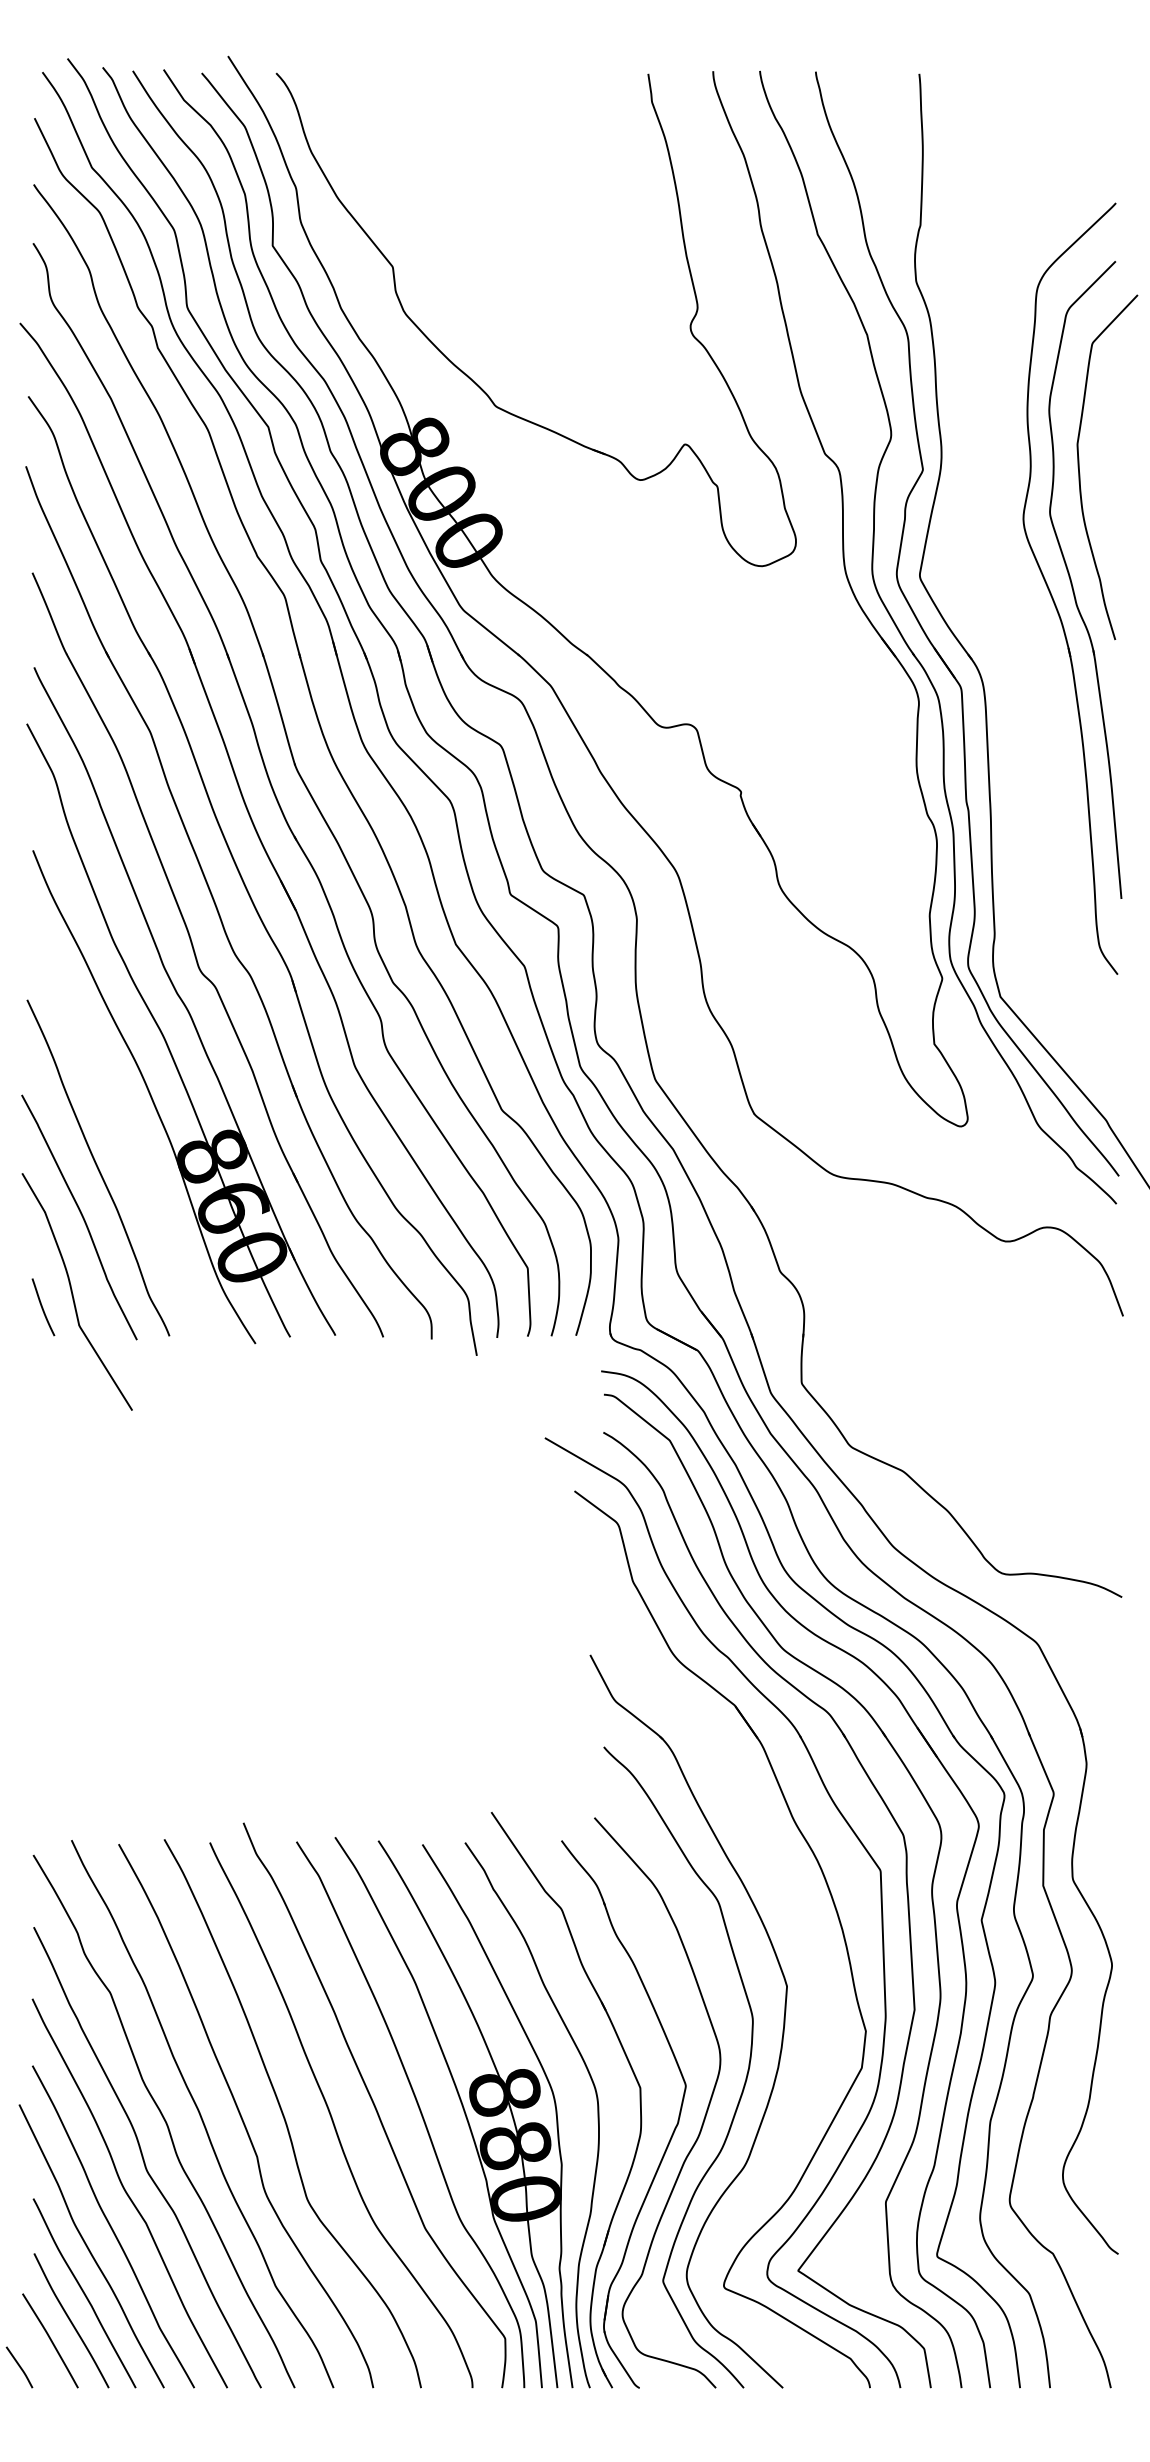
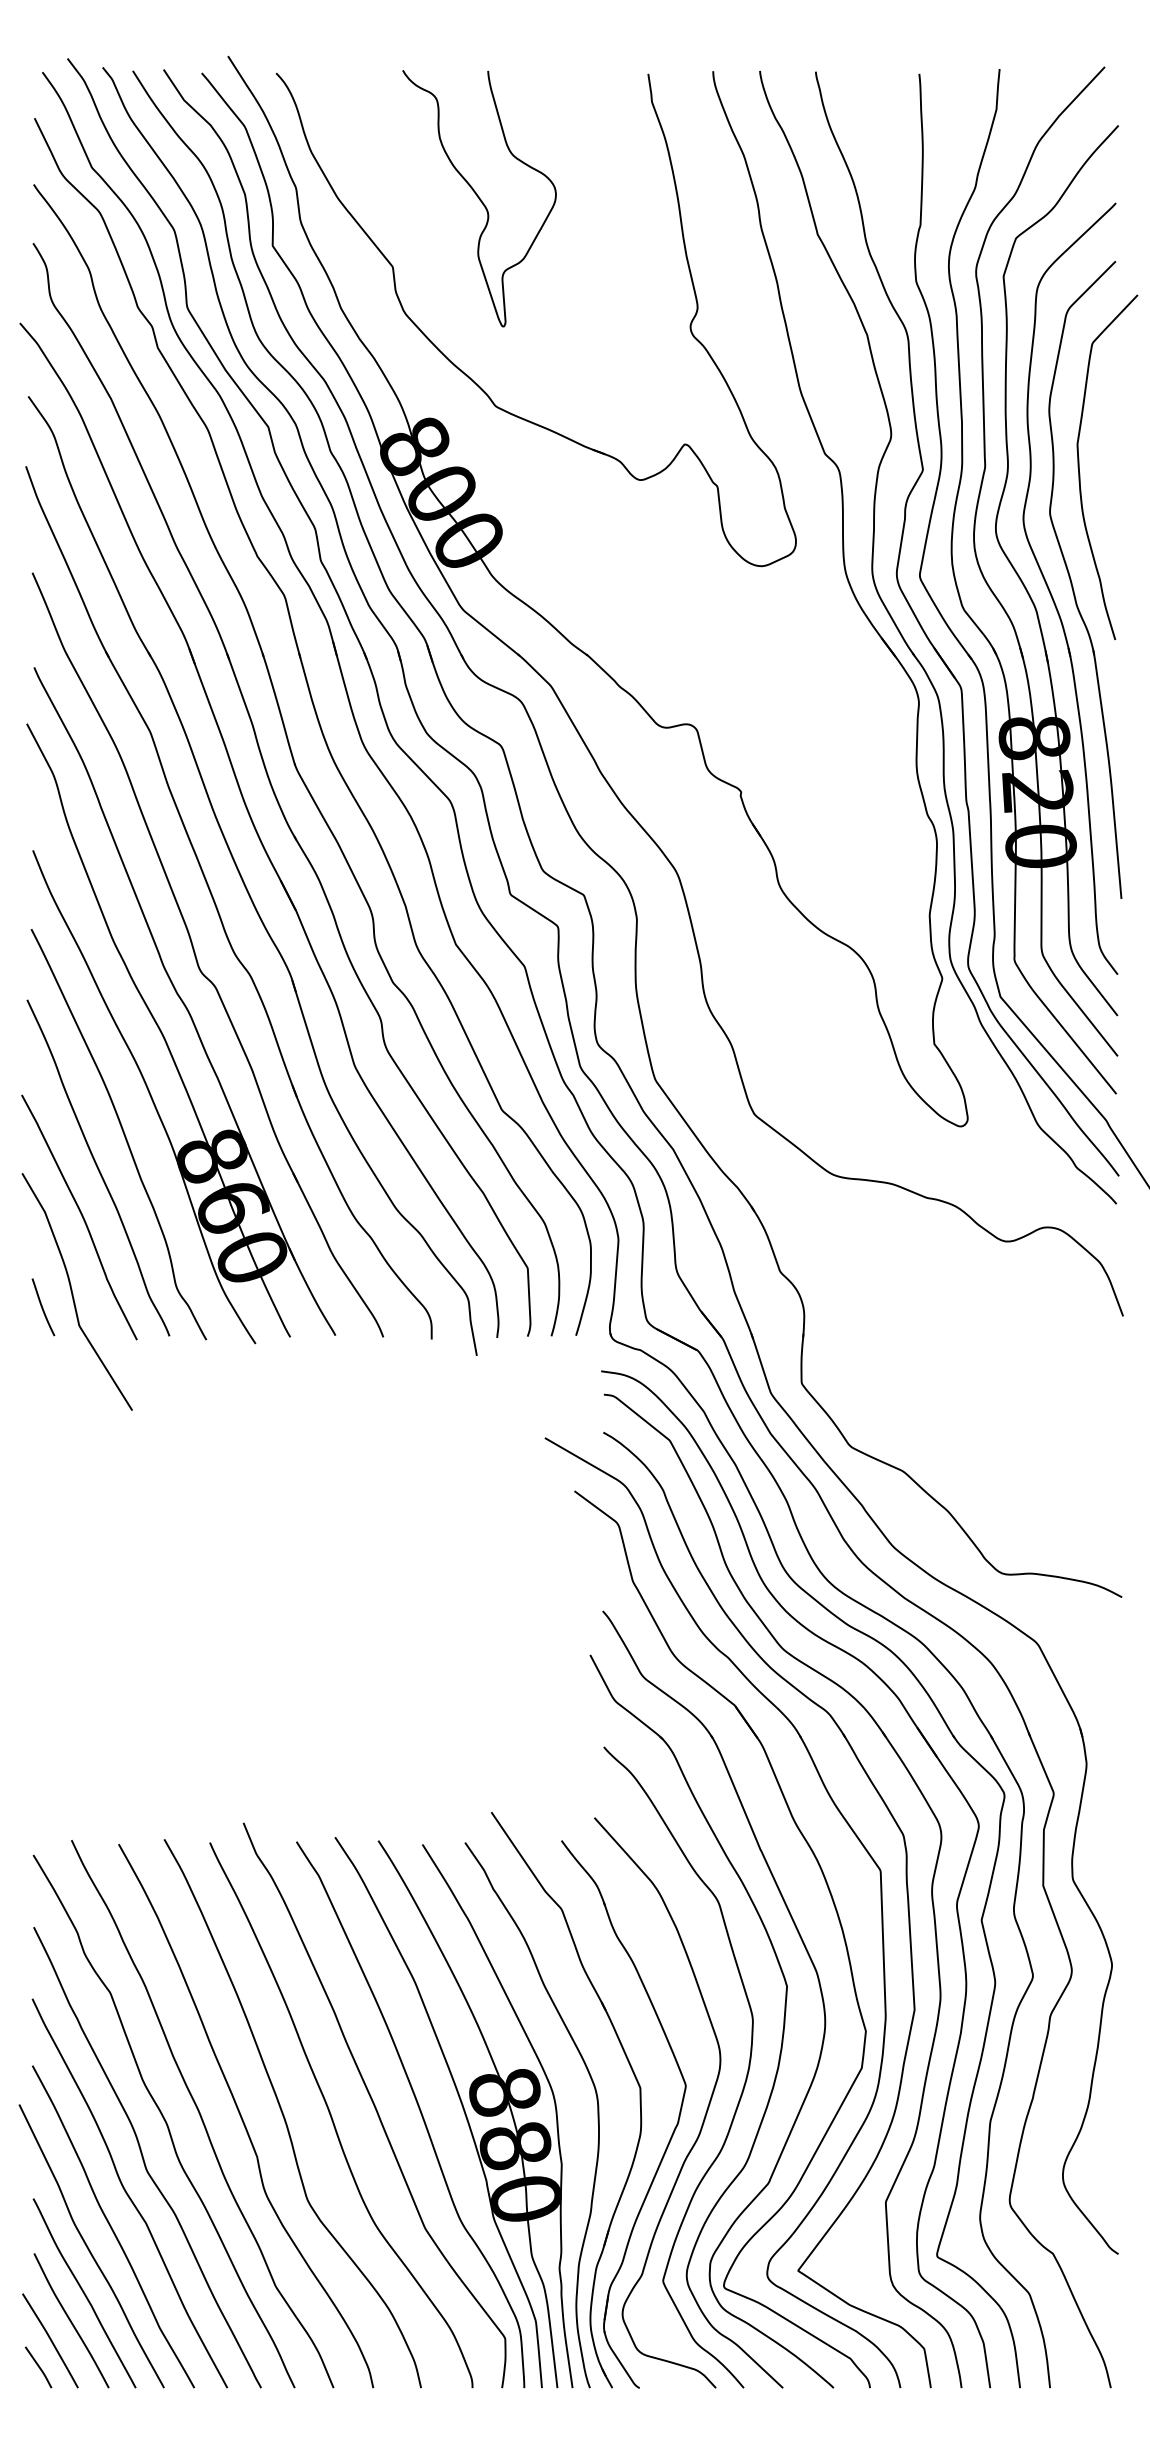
curve at (479, 198): none -> present
part at (1025, 585): none -> present
curve at (122, 1132): none -> present
part at (811, 1963): none -> present
curve at (19, 2367) position: (19, 2367) -> (38, 2367)
